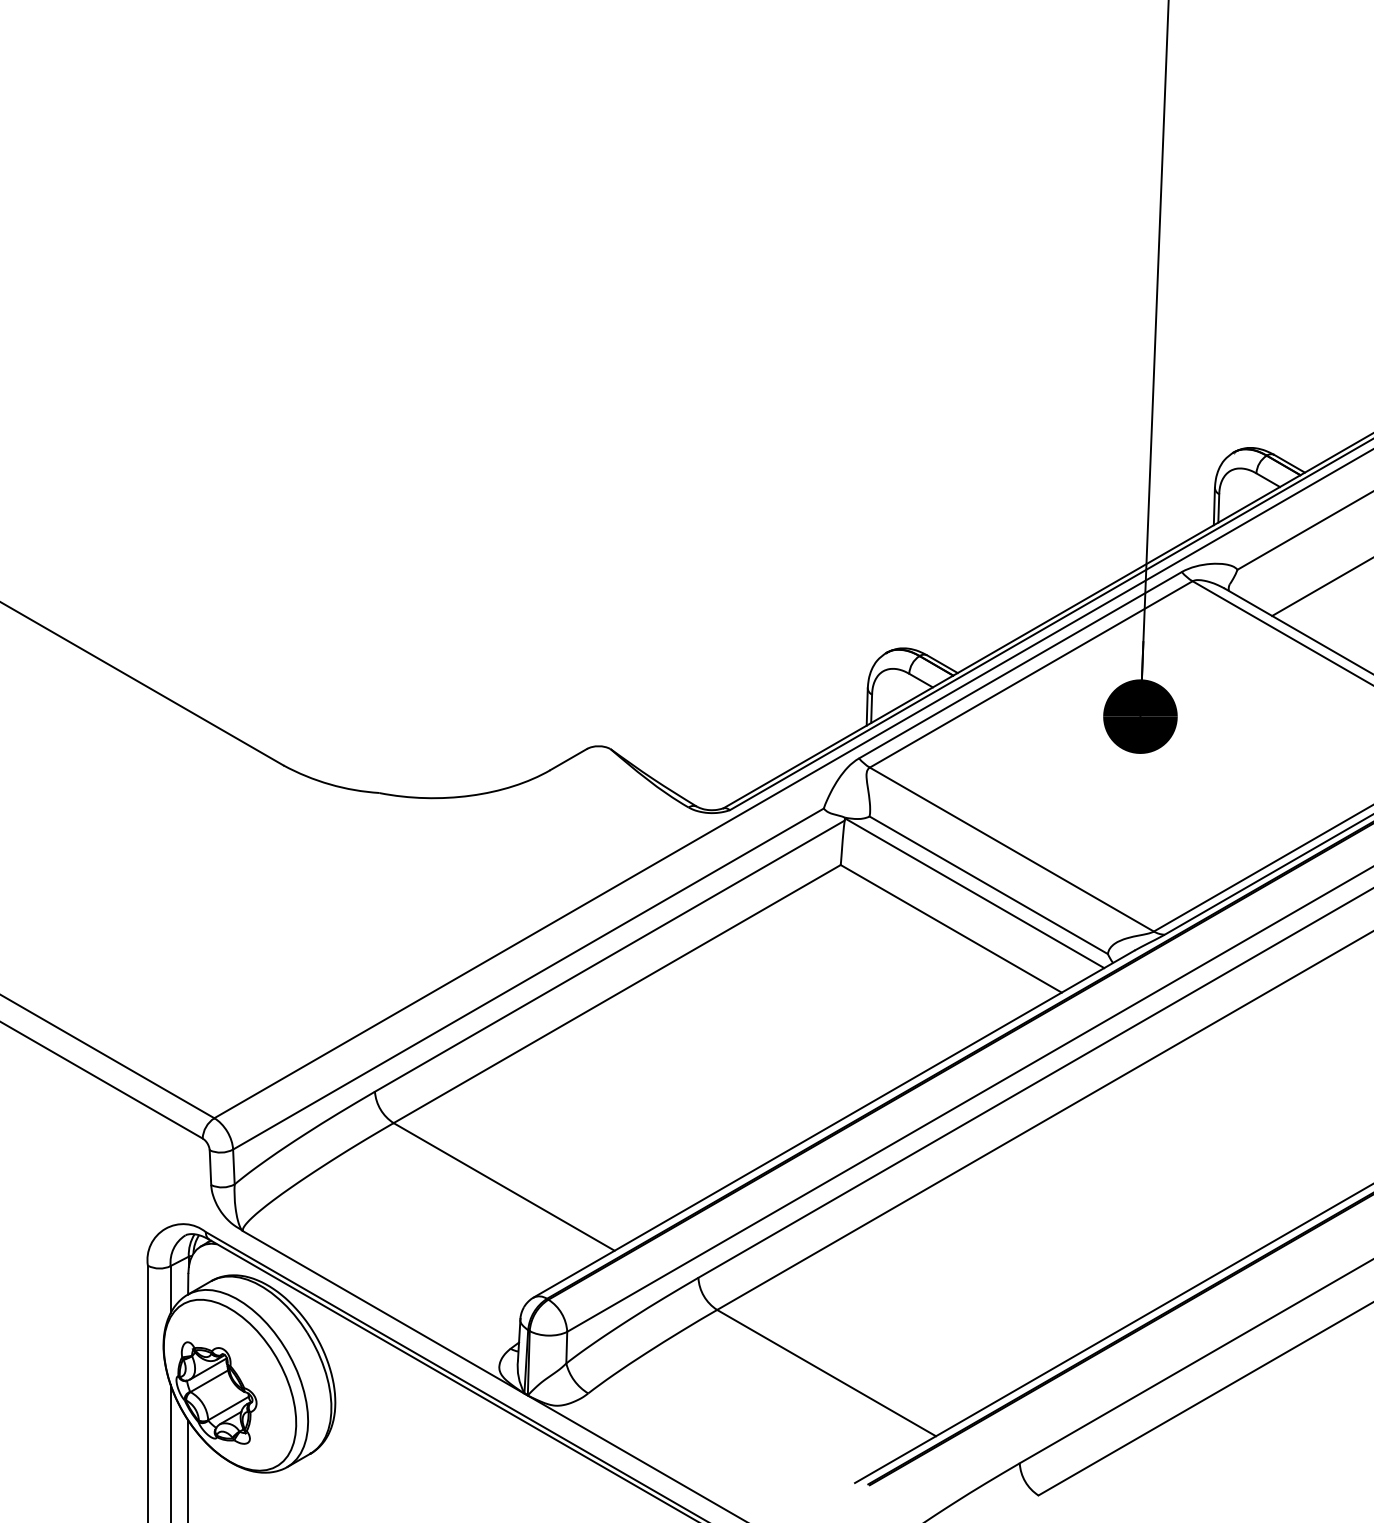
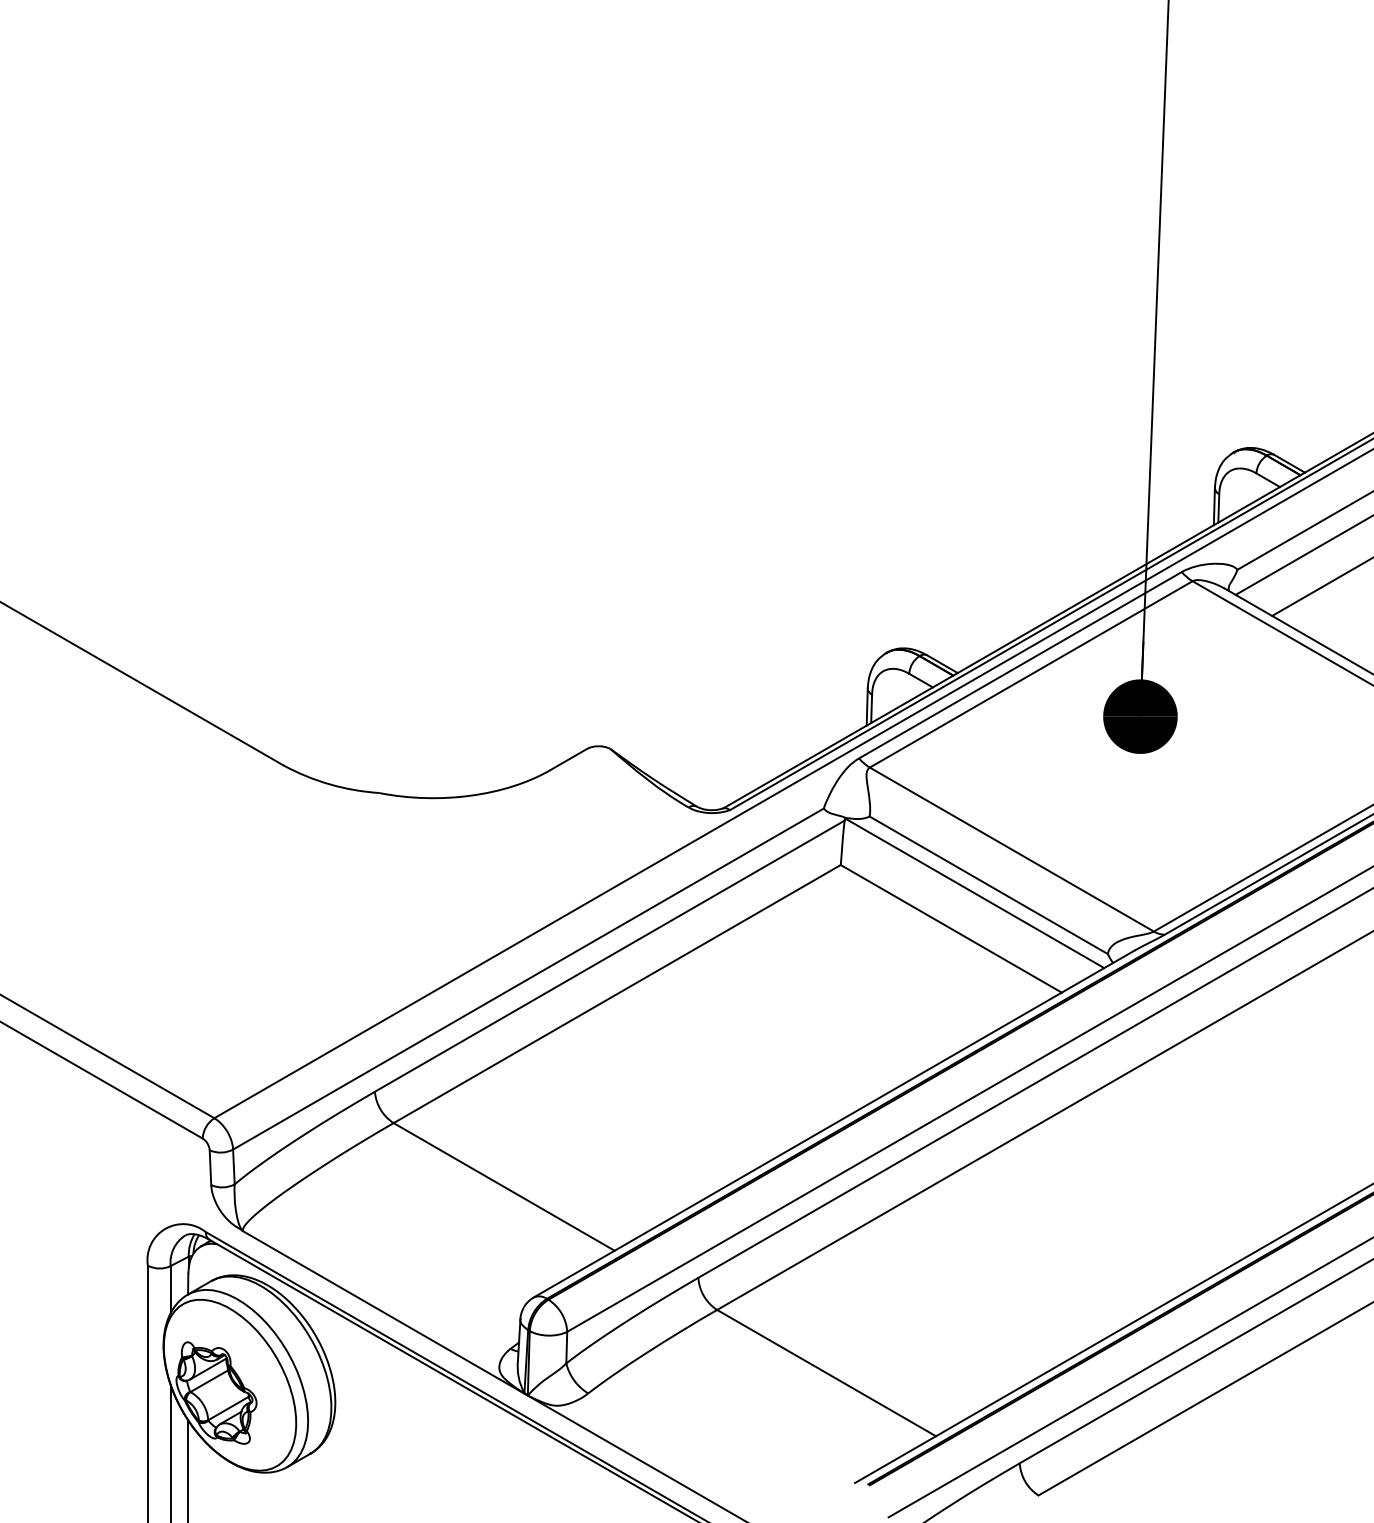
line at (1302, 555): none -> present
line at (1129, 1378): none -> present
